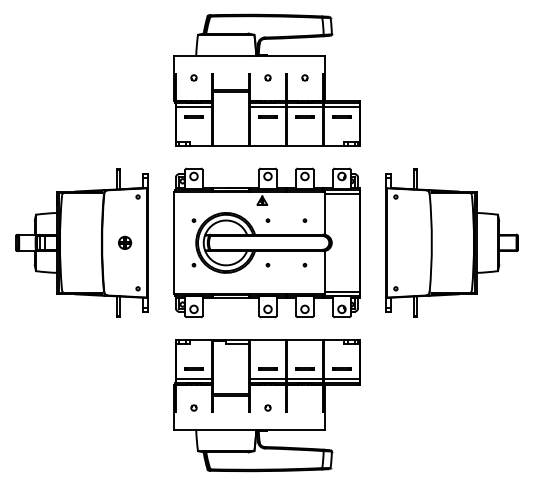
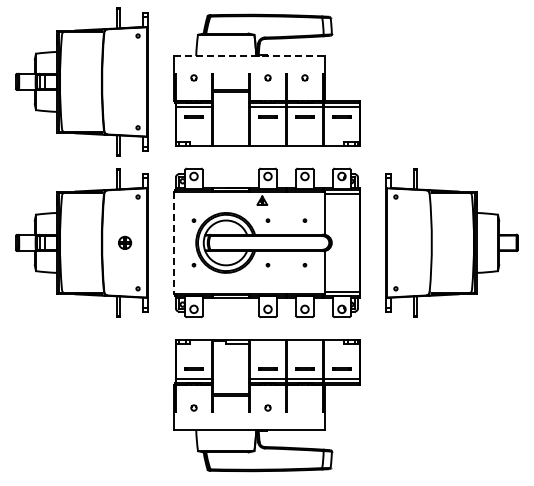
line at (249, 56): solid -> dashed
part at (81, 81): none -> present
line at (173, 243): solid -> dashed
